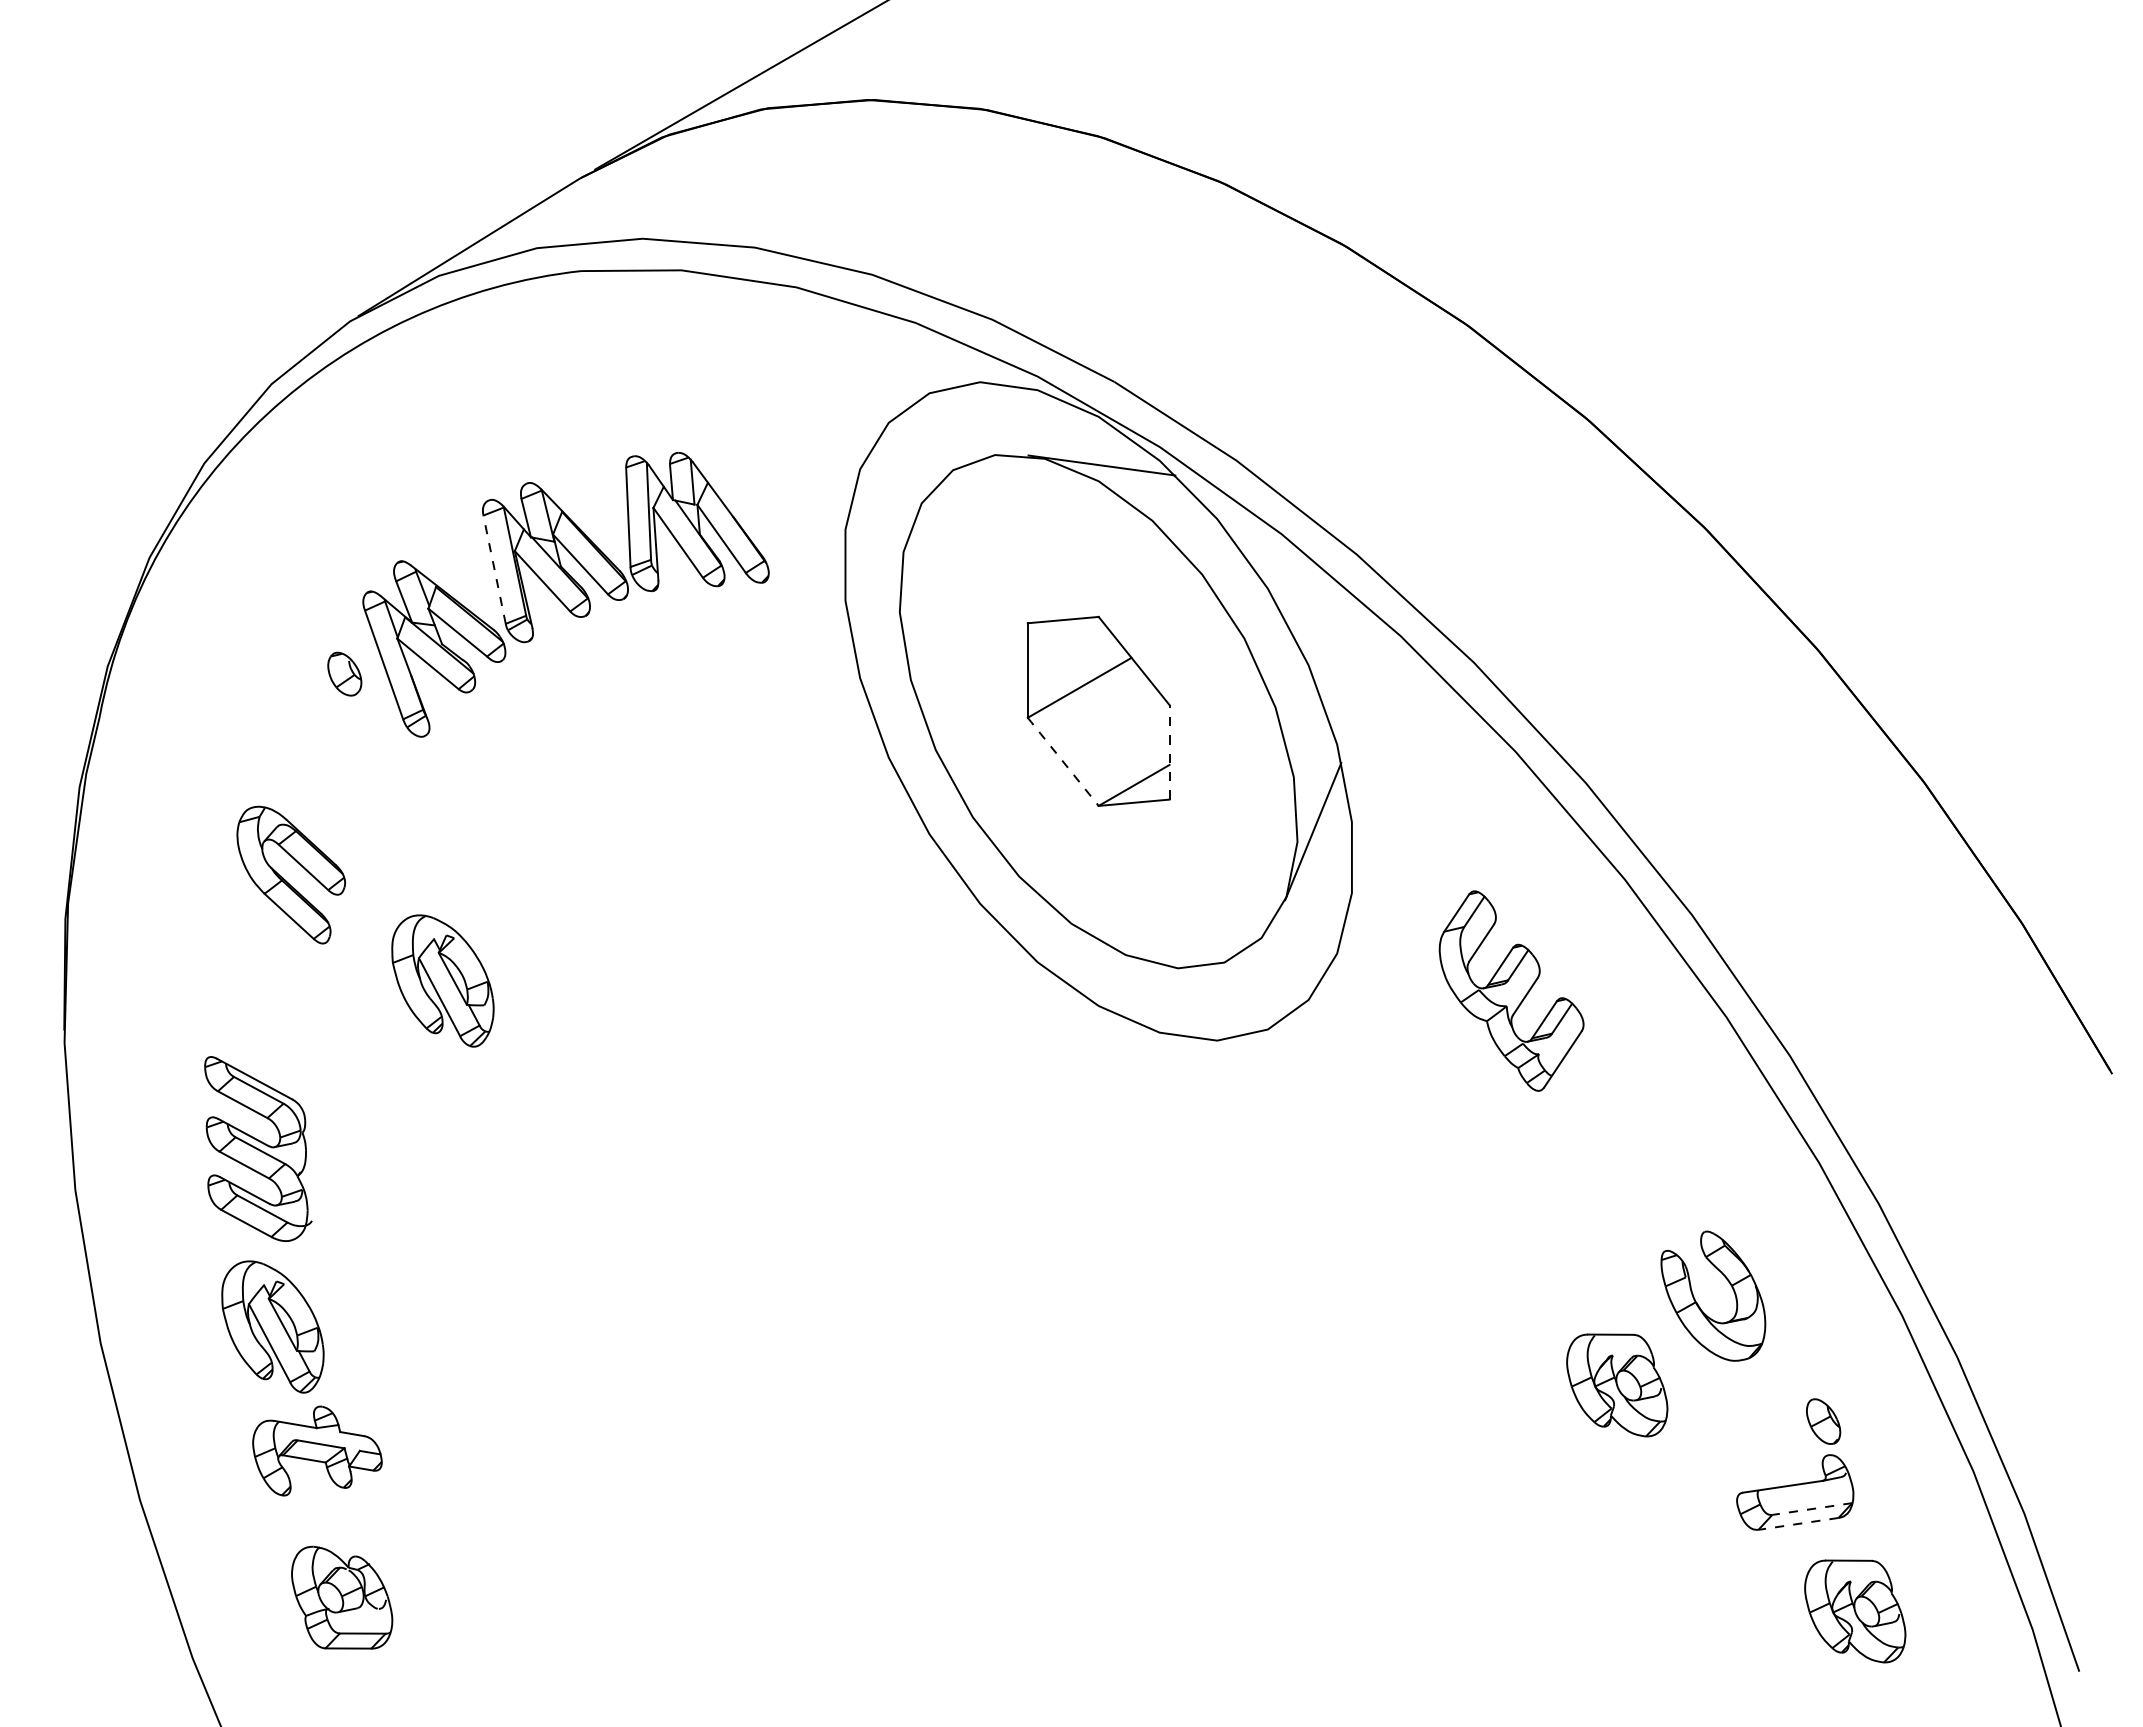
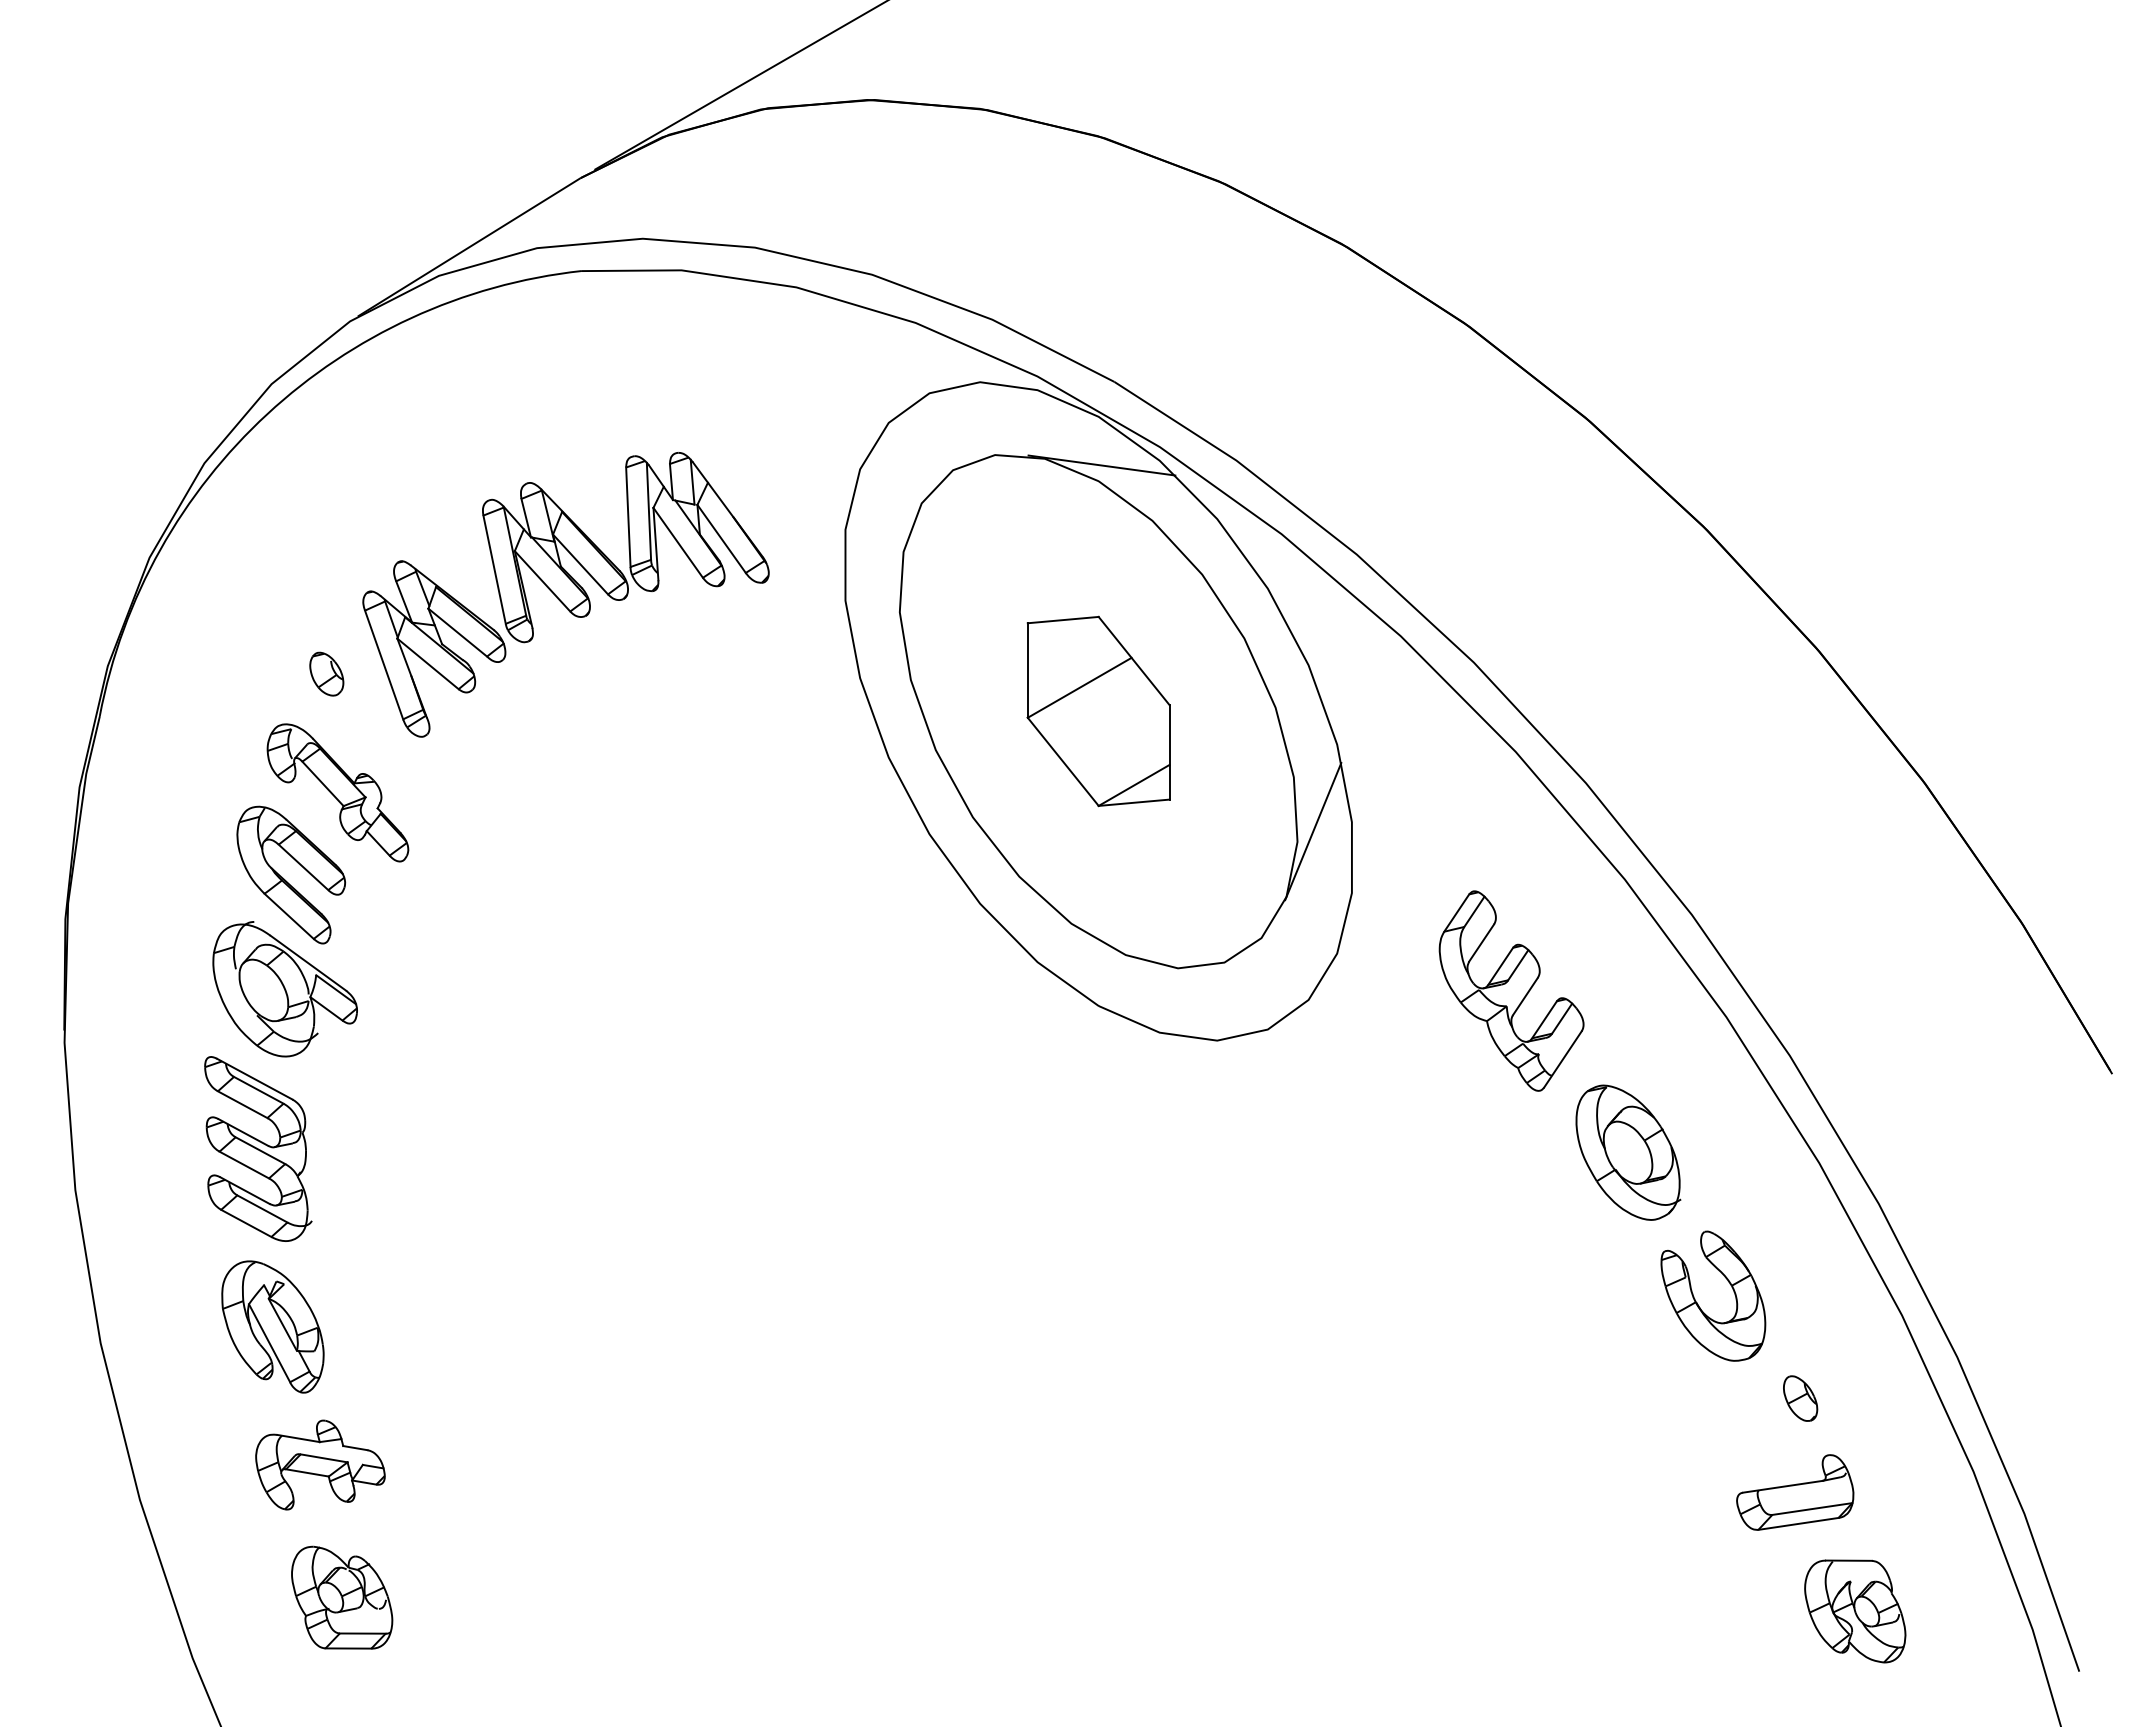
line at (494, 569): dashed -> solid
part at (344, 673) position: (344, 673) -> (326, 673)
line at (1169, 751): dashed -> solid
line at (1063, 761): dashed -> solid
part at (337, 792): none -> present
part at (442, 980): present -> none
part at (284, 989): none -> present
part at (1628, 1152): none -> present
part at (1617, 1385): present -> none
part at (1823, 1421) position: (1823, 1421) -> (1800, 1398)
part at (317, 1450) position: (317, 1450) -> (320, 1464)
line at (1811, 1509): dashed -> solid
line at (1797, 1523): dashed -> solid
